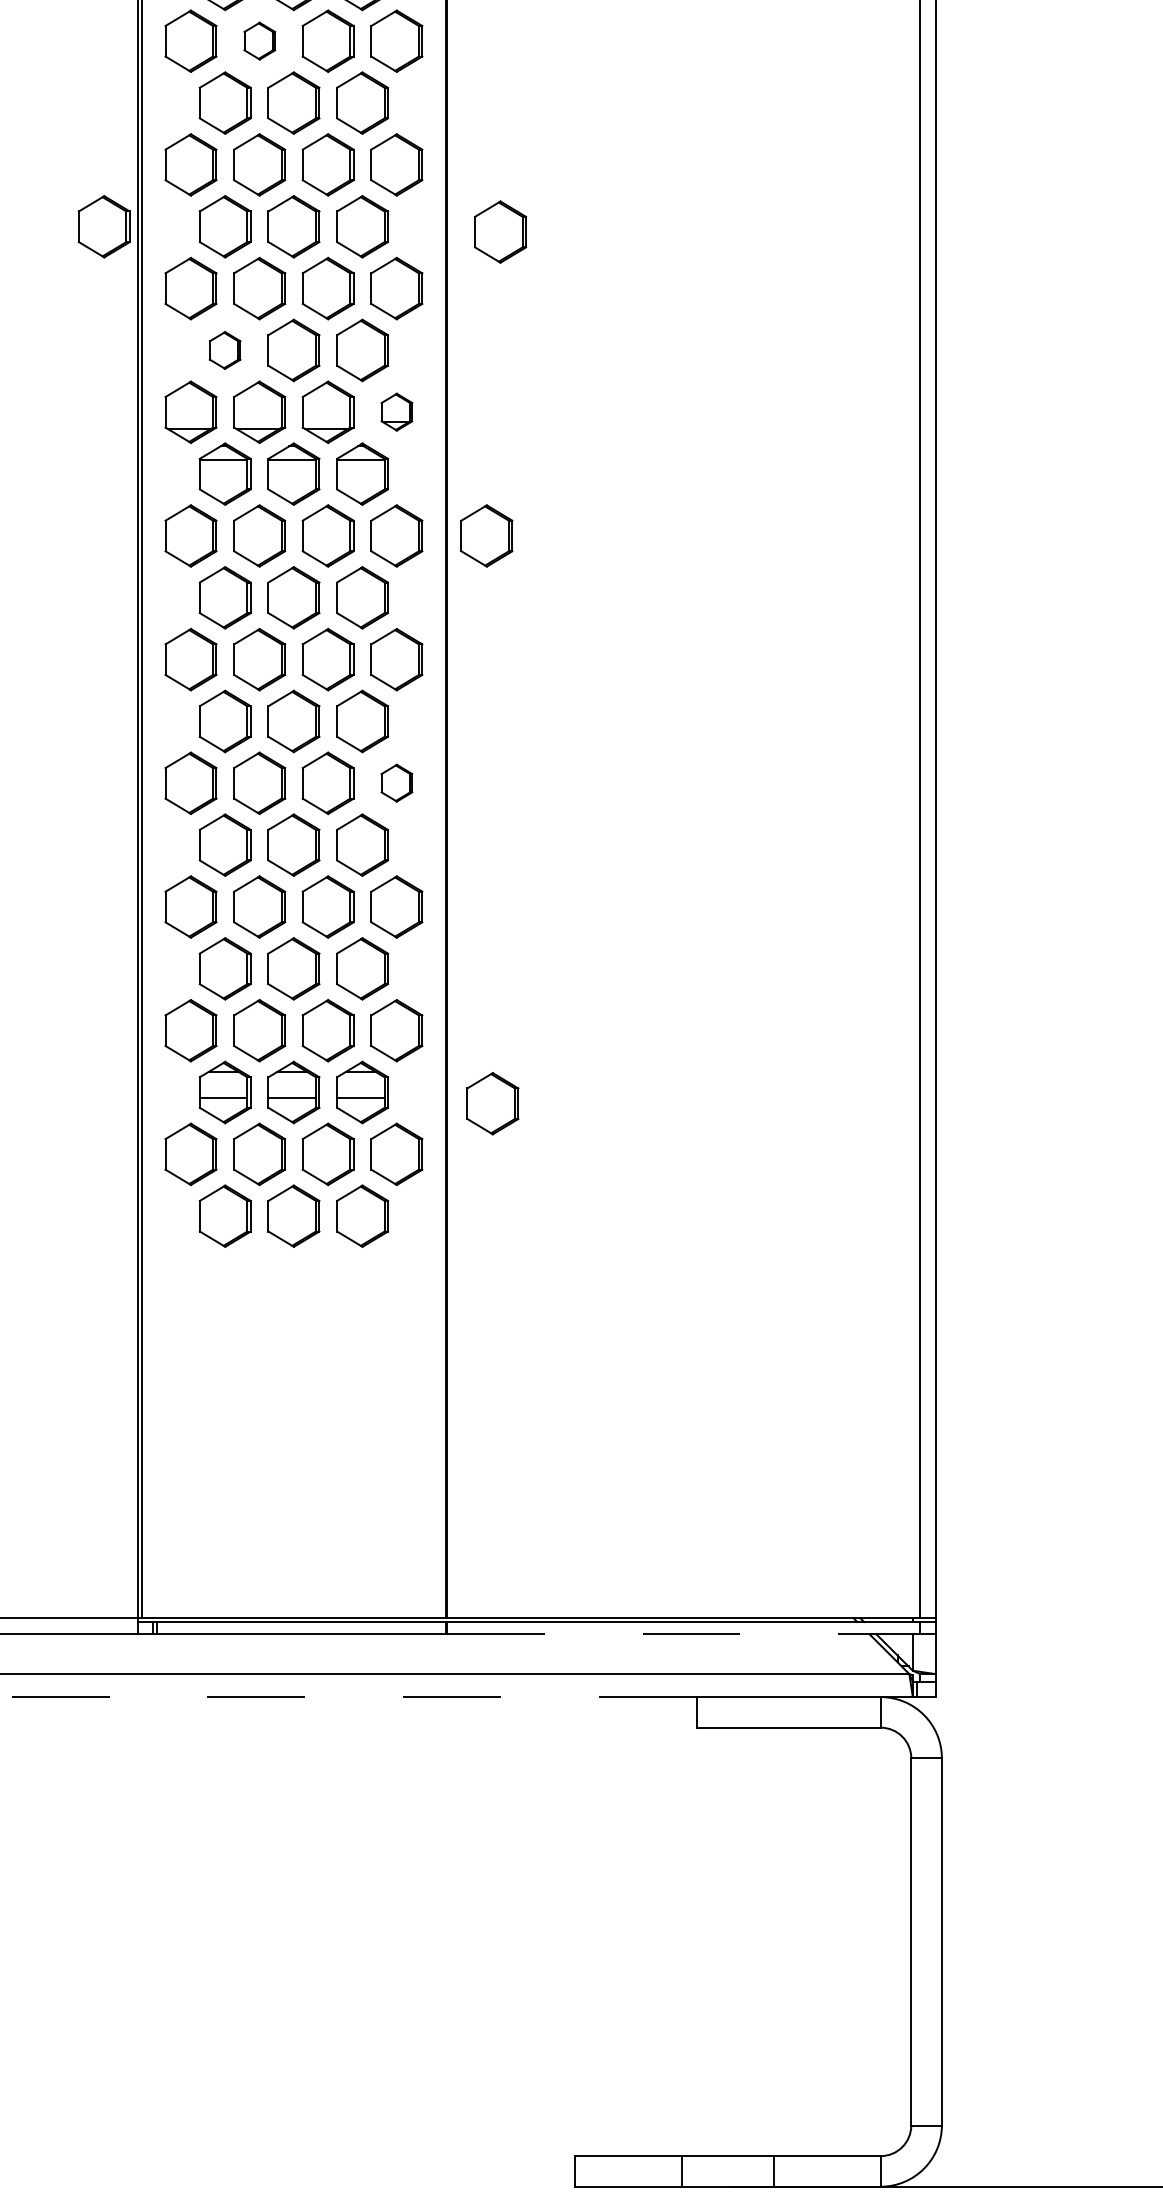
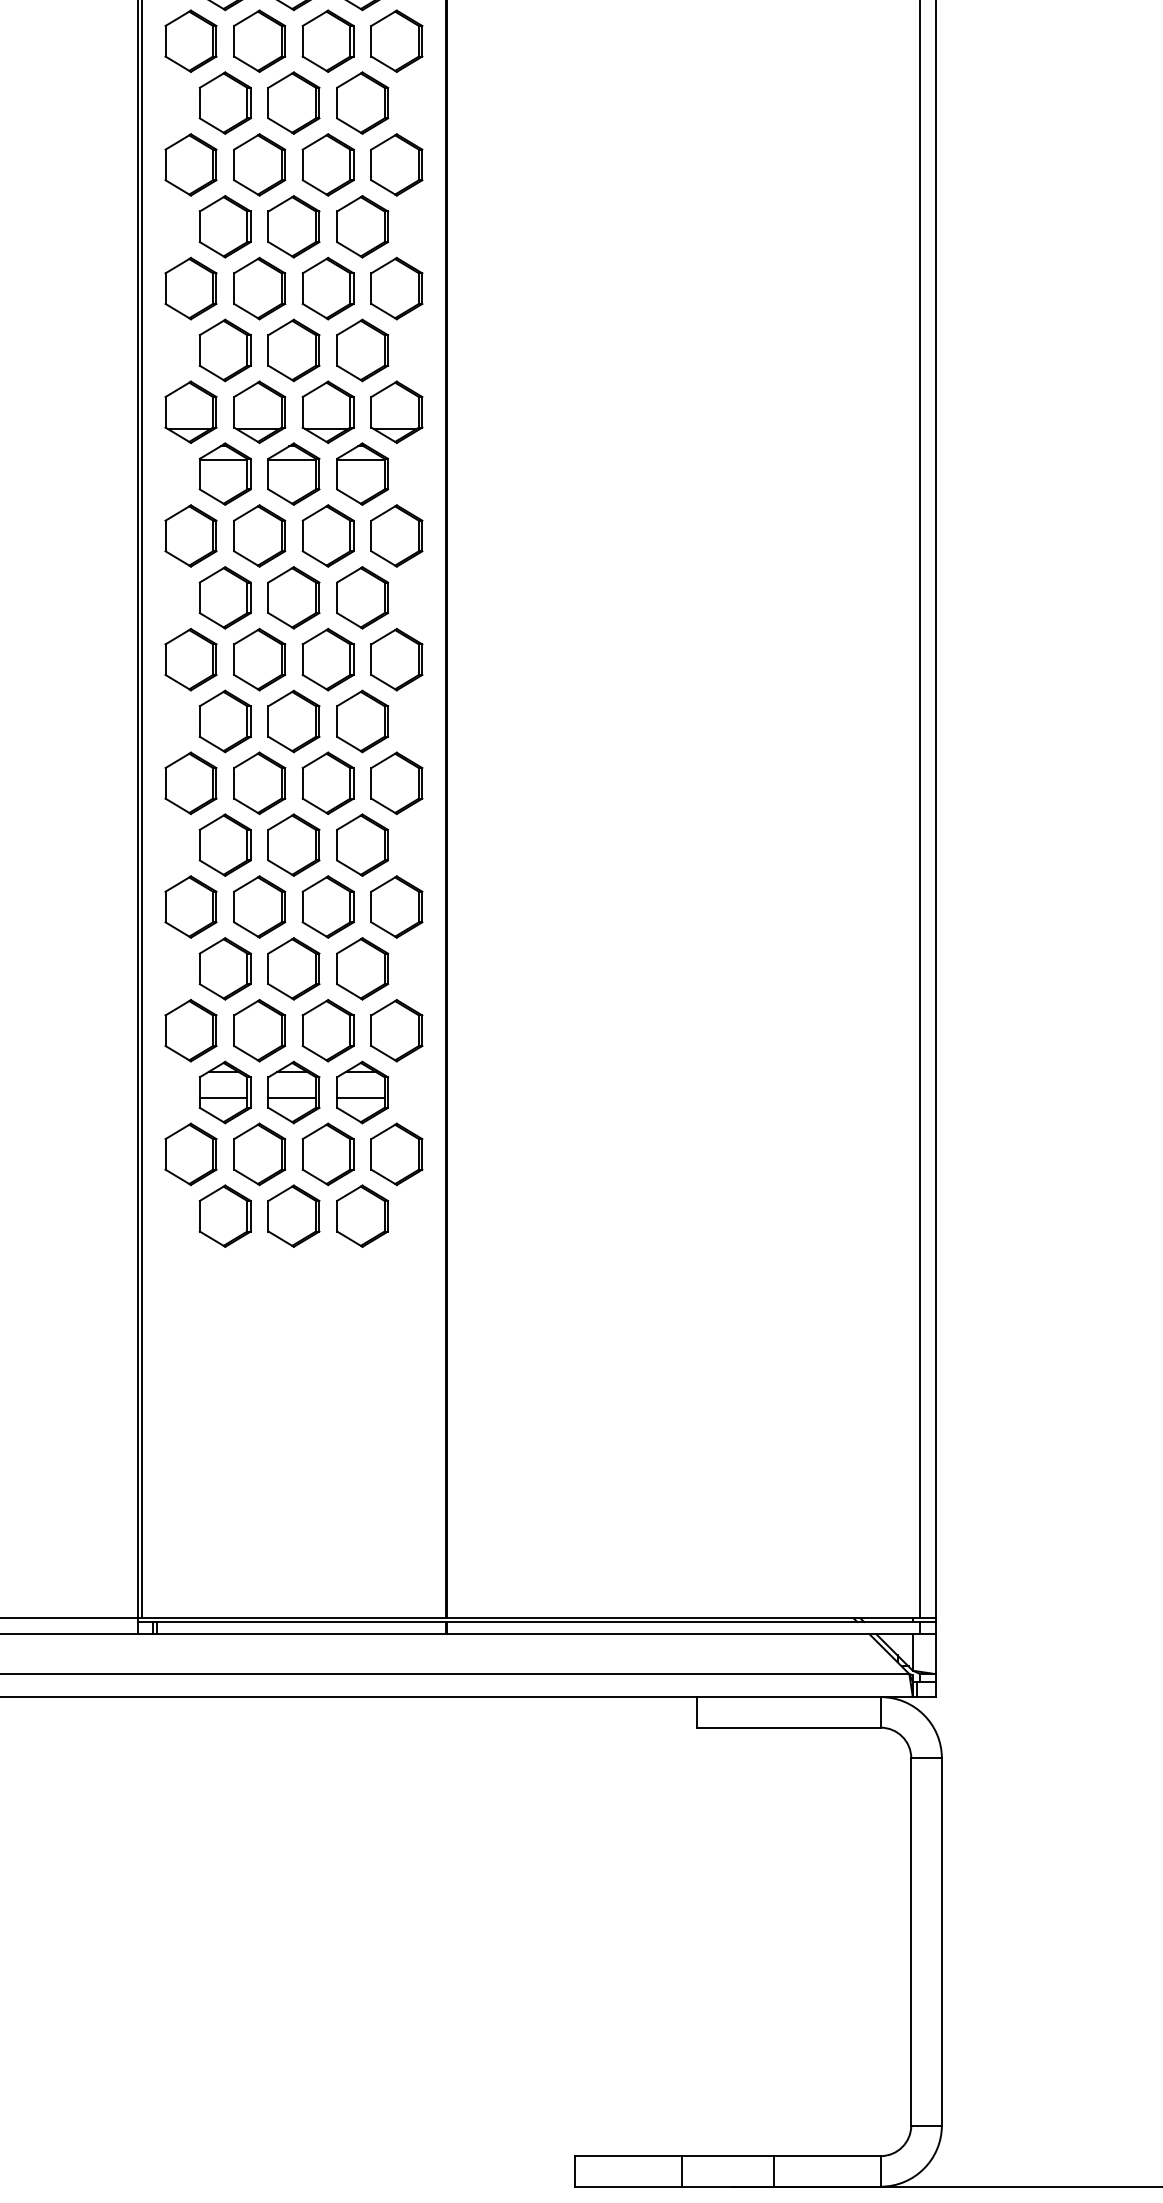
part at (259, 40) size: 34x40 px -> 54x64 px
part at (103, 226): present -> none
part at (500, 231): present -> none
part at (224, 350) size: 34x39 px -> 54x65 px
part at (396, 411) size: 34x40 px -> 54x64 px
part at (486, 535): present -> none
part at (396, 782) size: 34x40 px -> 54x64 px
part at (492, 1103): present -> none
line at (683, 1634): dashed -> solid
line at (348, 1697): dashed -> solid
